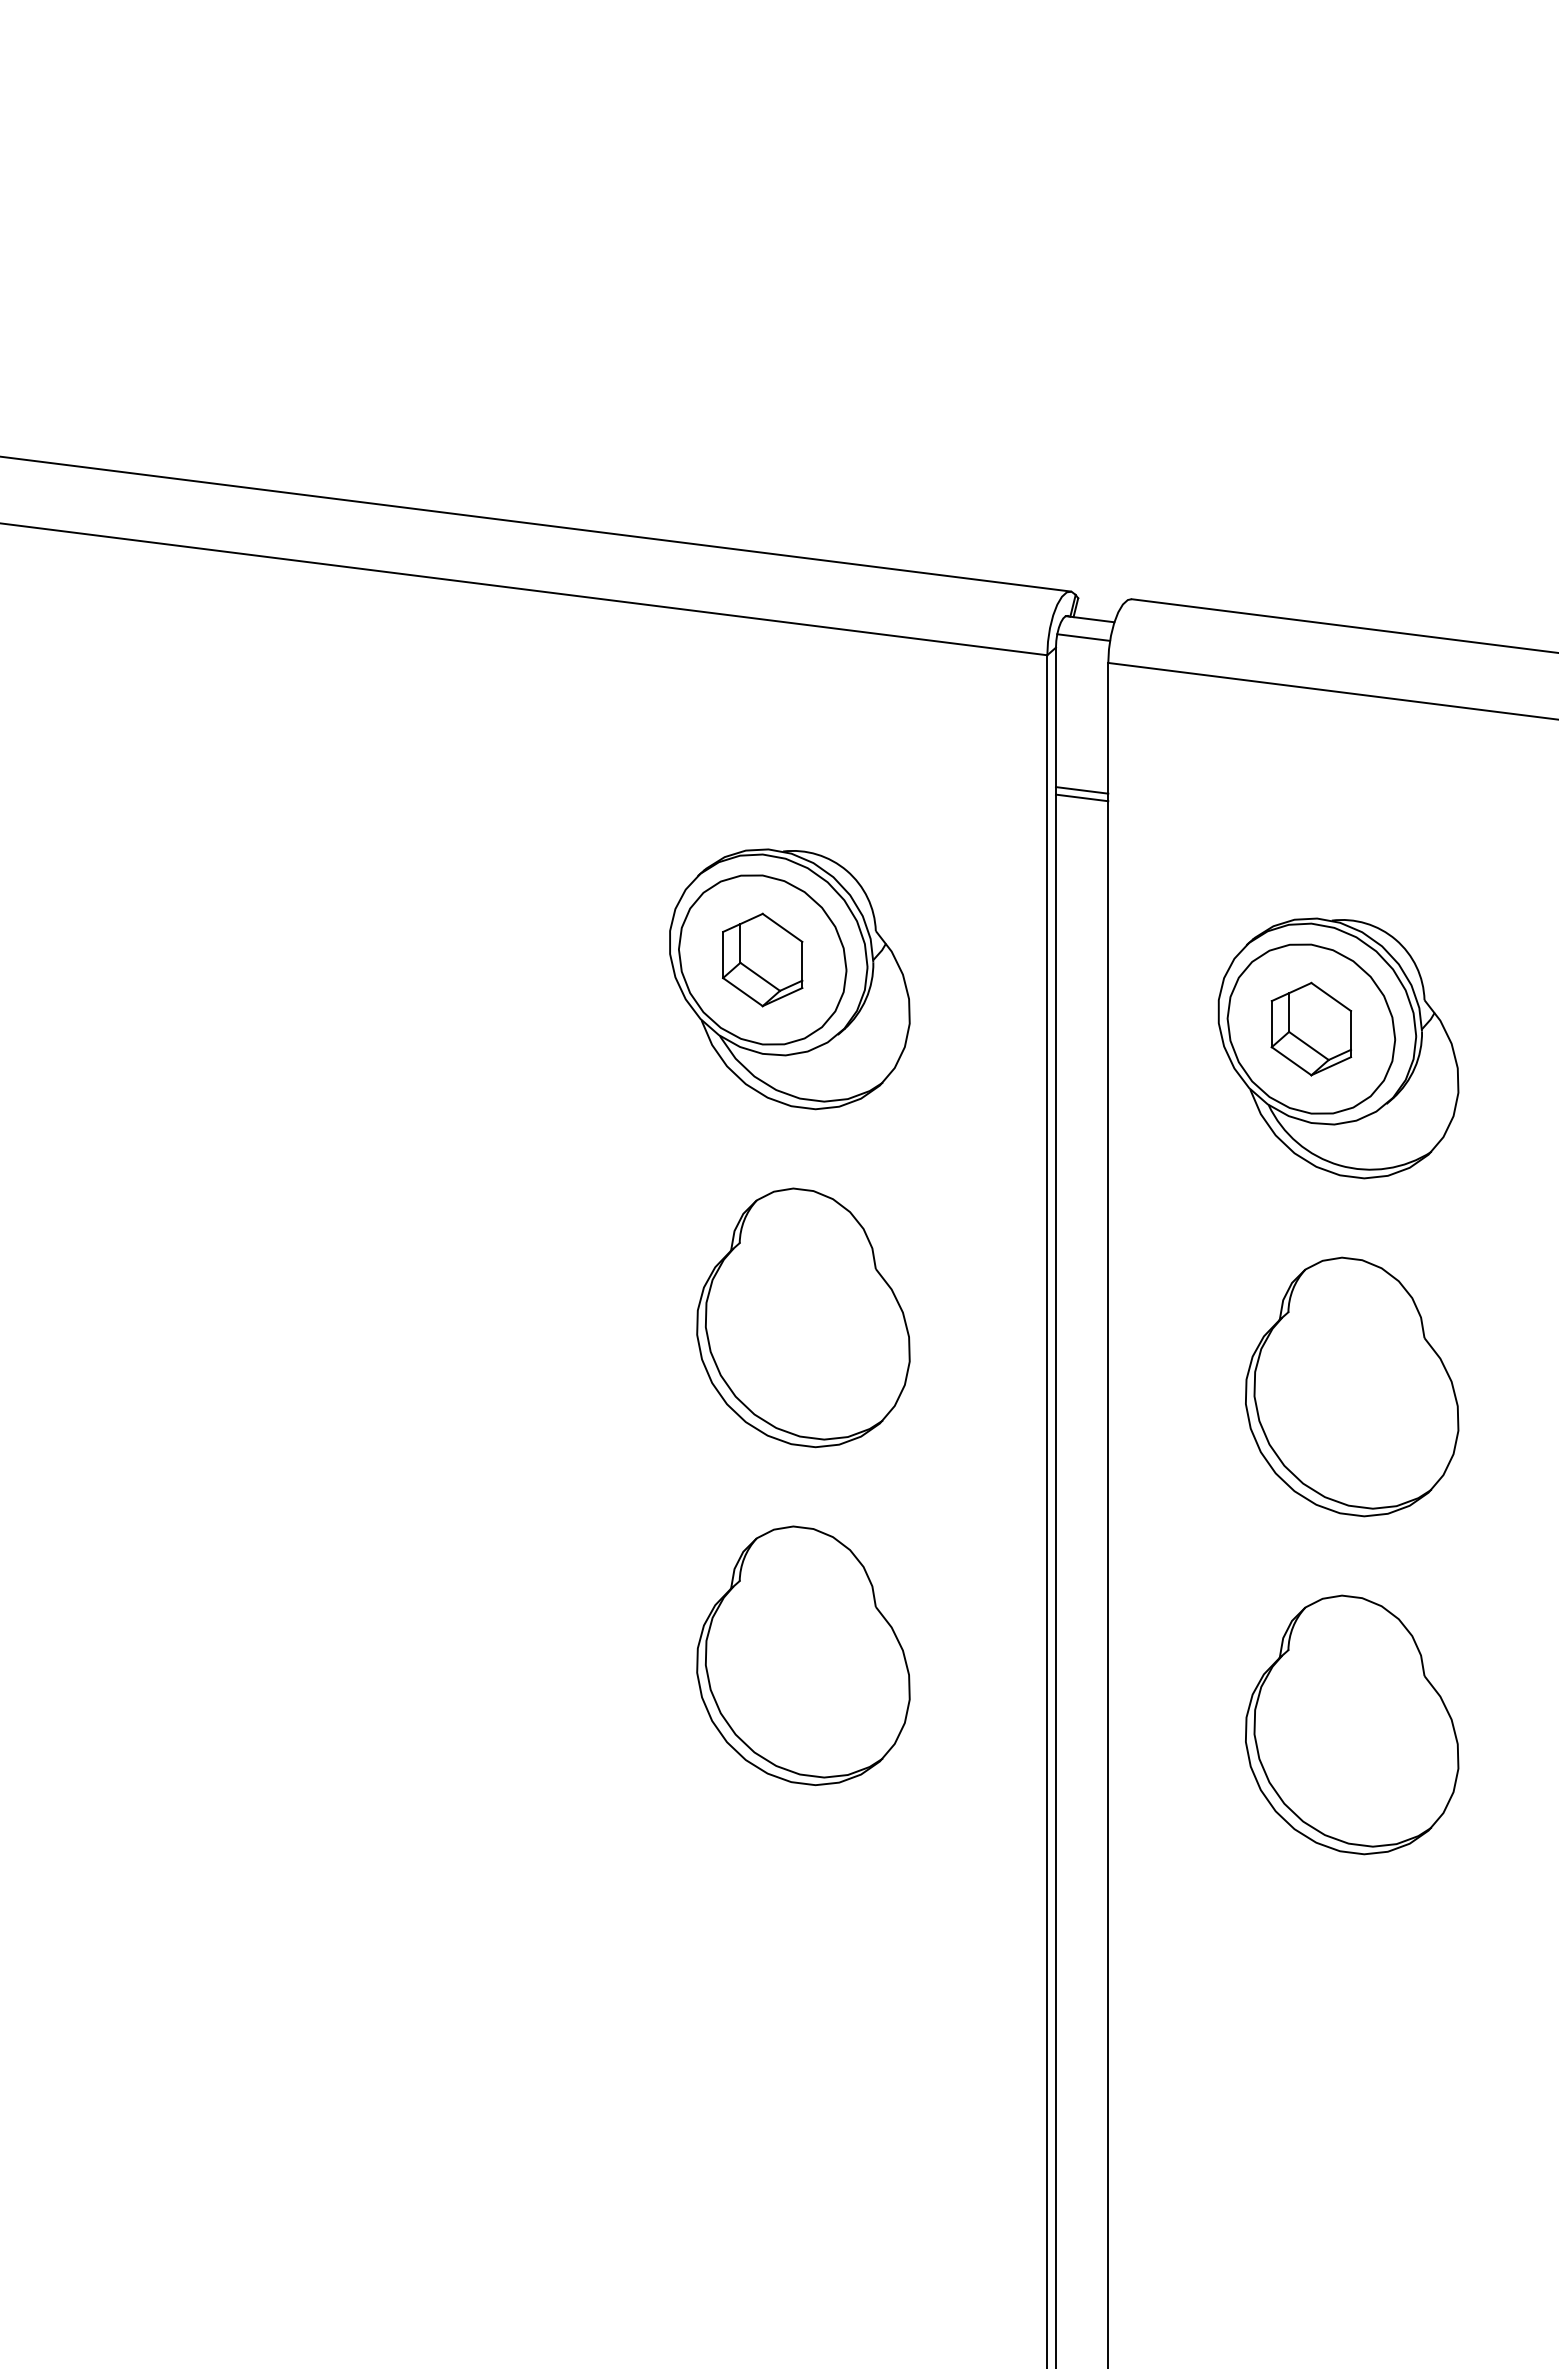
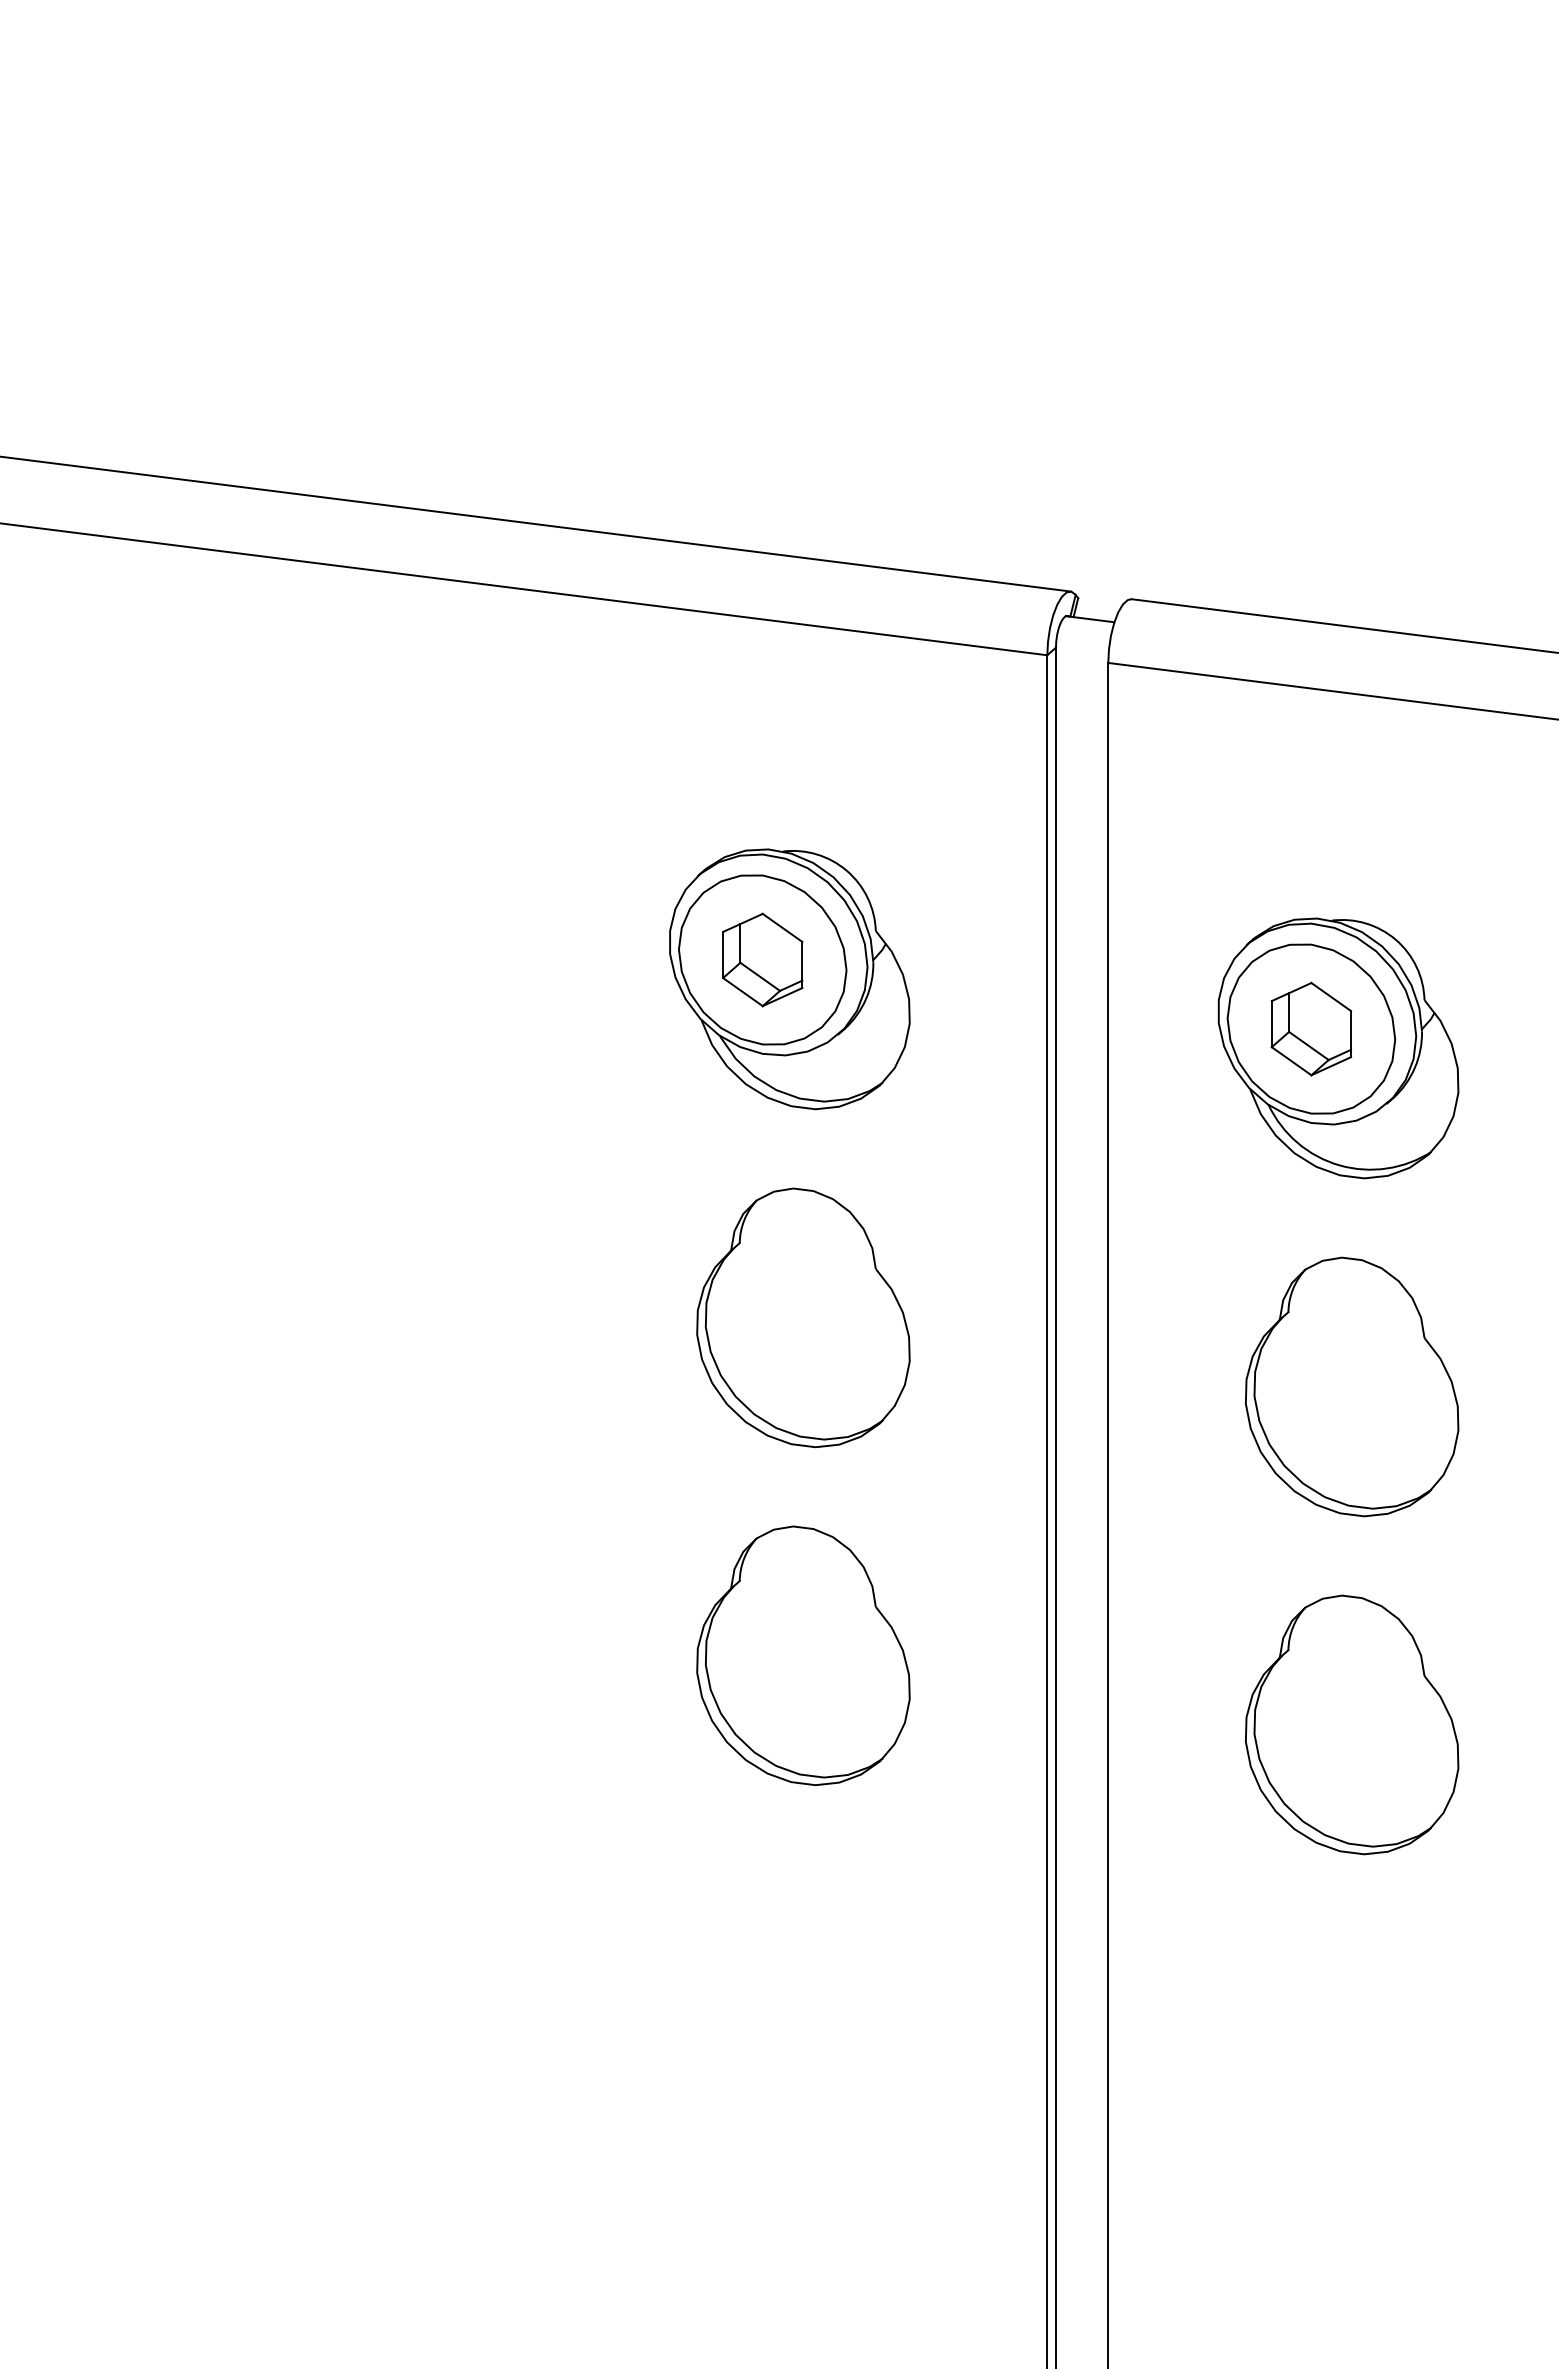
line at (1083, 637): present -> none
line at (1081, 790): present -> none
line at (1081, 797): present -> none
